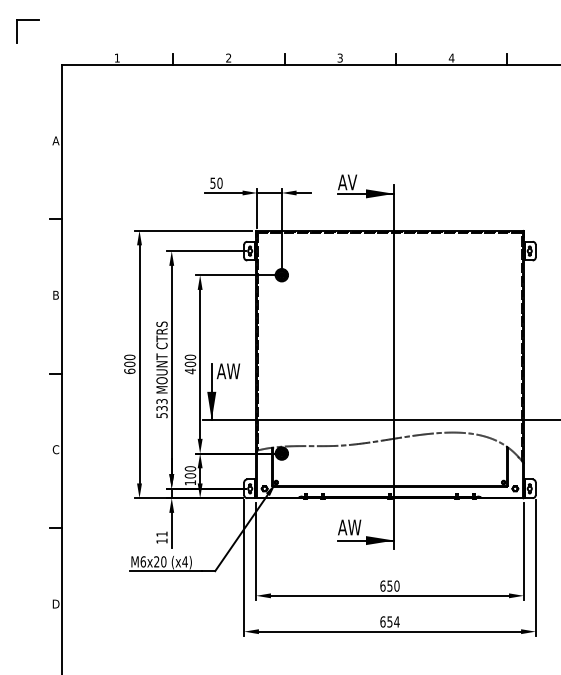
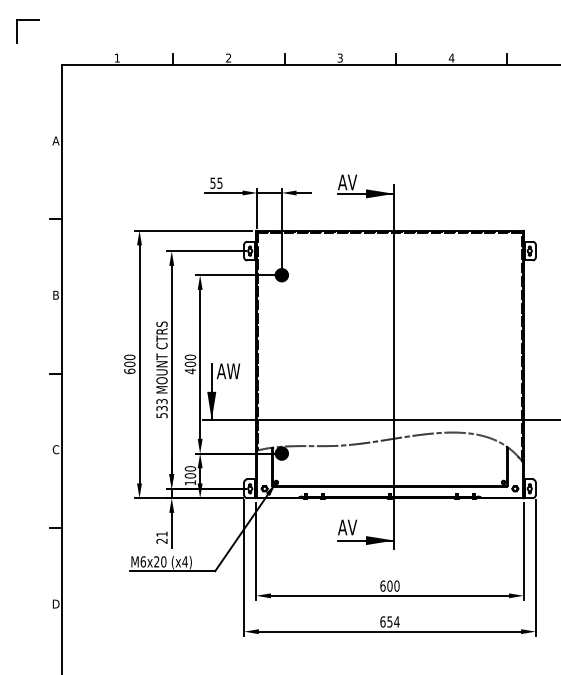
text at (219, 182): 50 -> 55
text at (354, 527): AW -> AV
text at (161, 540): 11 -> 21
text at (389, 585): 650 -> 600
